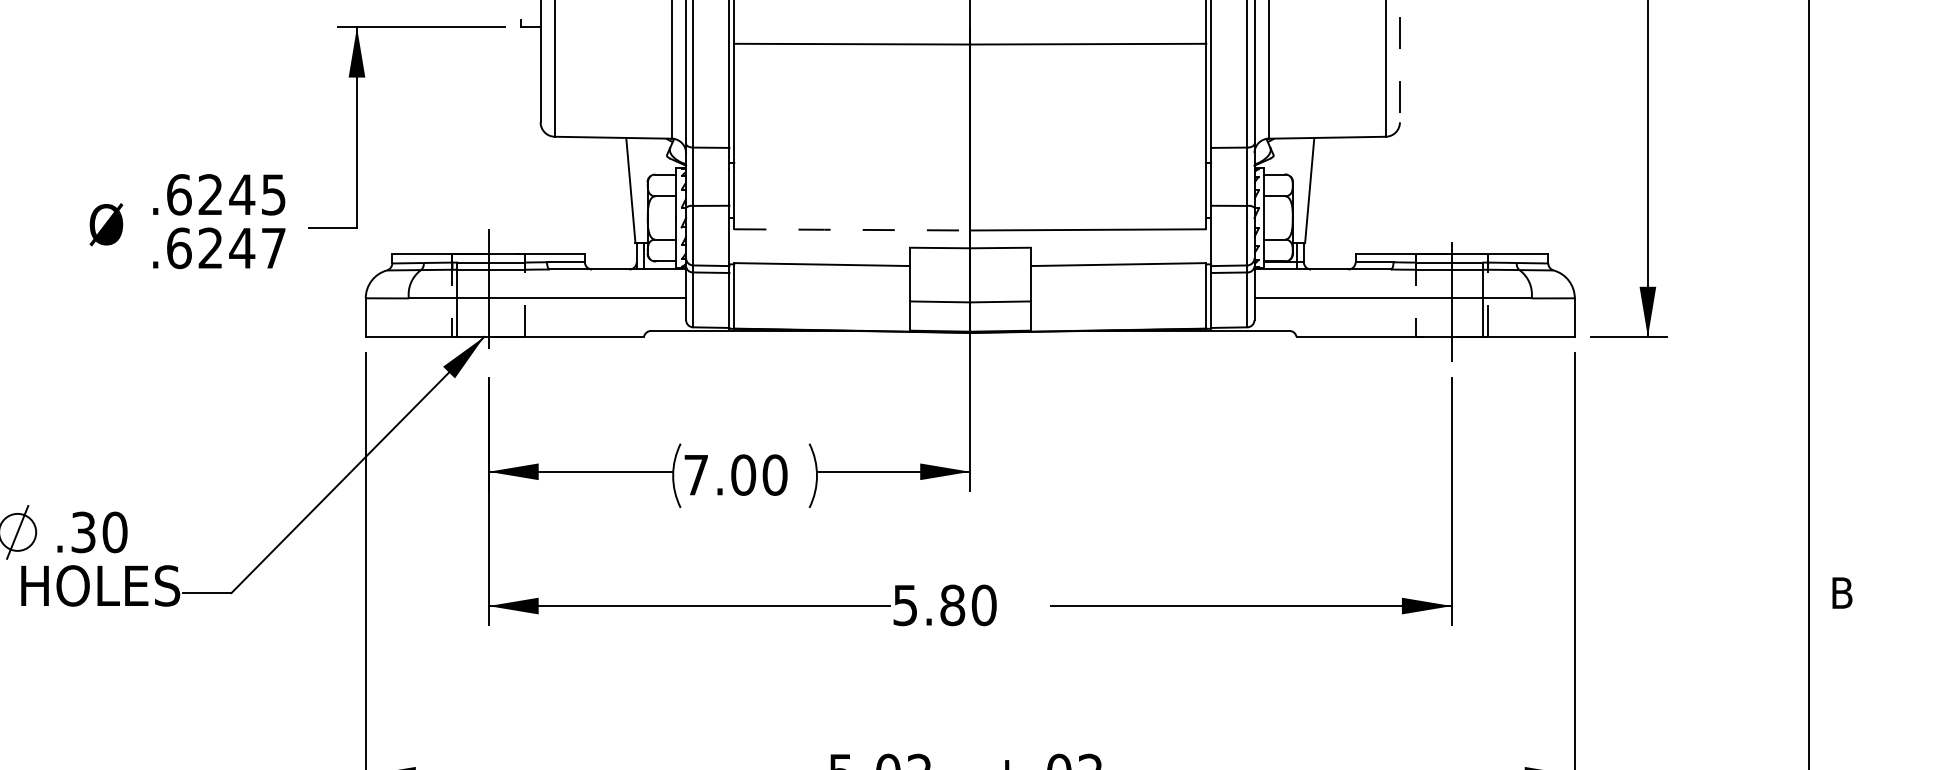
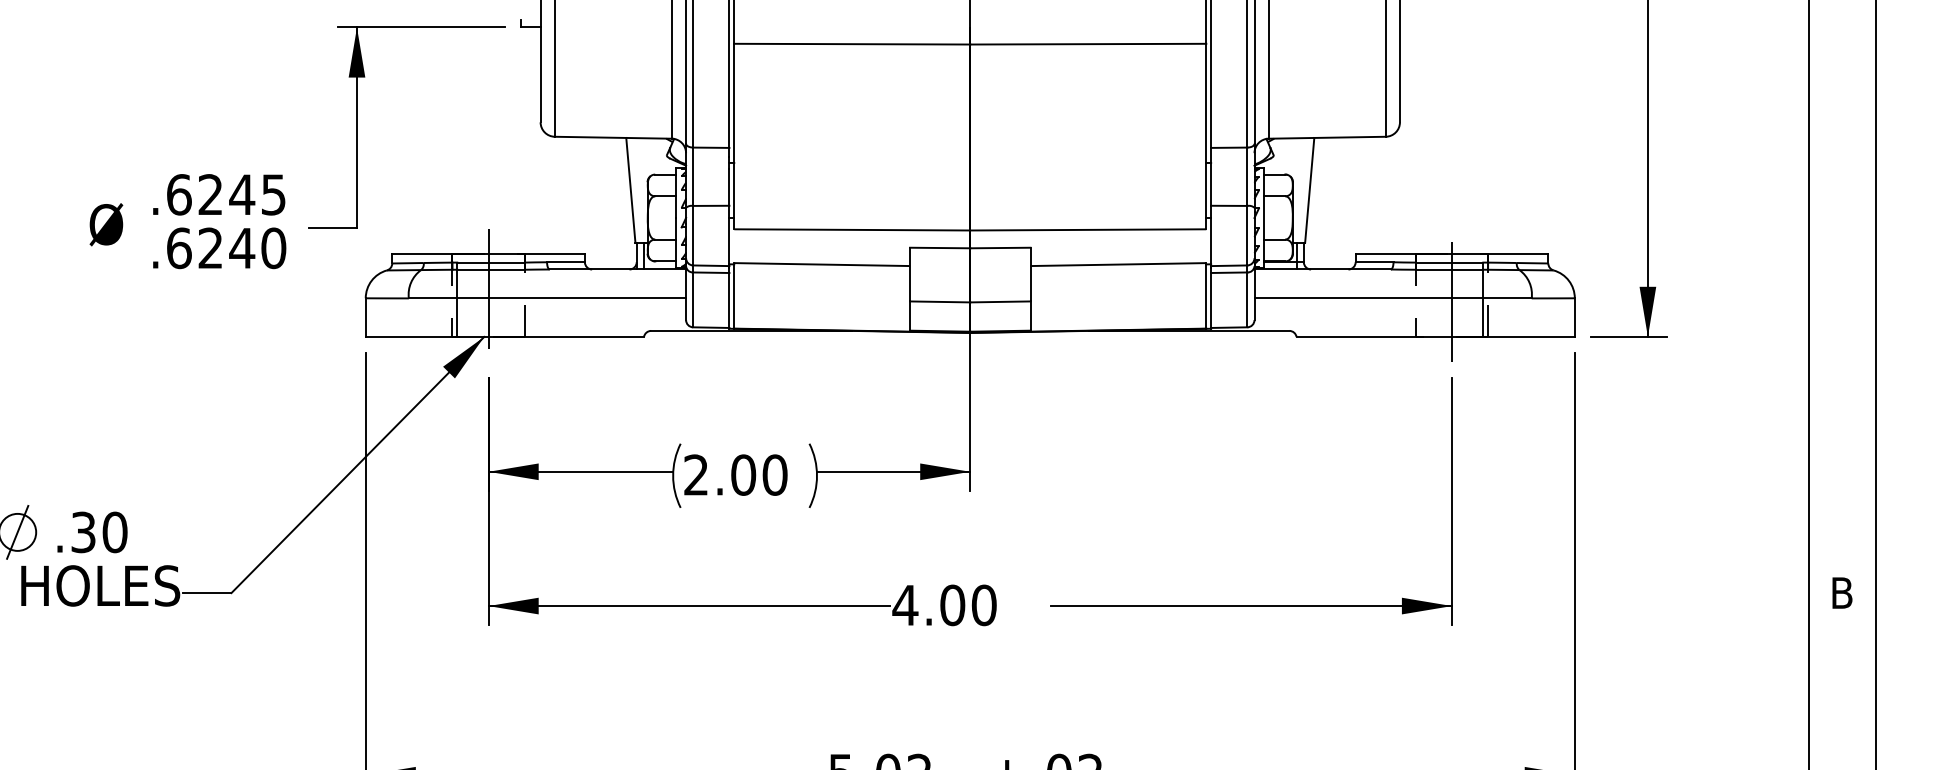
line at (1399, 61): dashed -> solid
line at (851, 229): dashed -> solid
text at (273, 248): .6247 -> .6240
line at (1875, 384): none -> present
text at (695, 474): 7.00 -> 2.00
text at (928, 605): 5.80 -> 4.00
